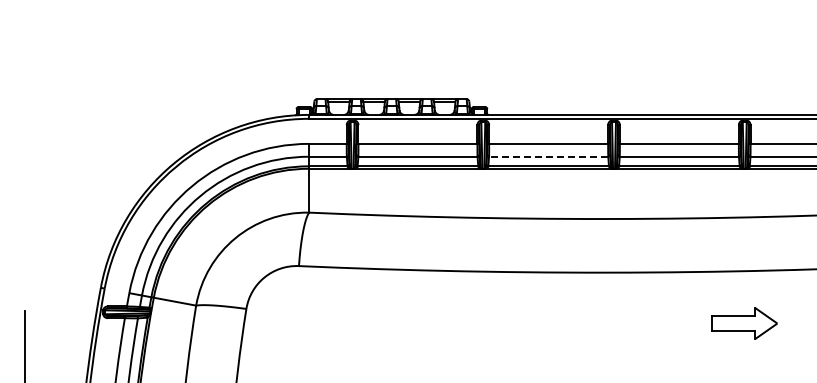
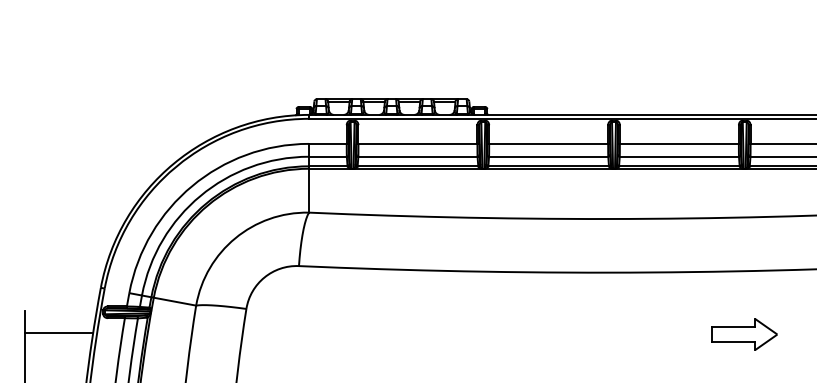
line at (548, 156): dashed -> solid
part at (744, 323) position: (744, 323) -> (744, 334)
line at (58, 333): none -> present
